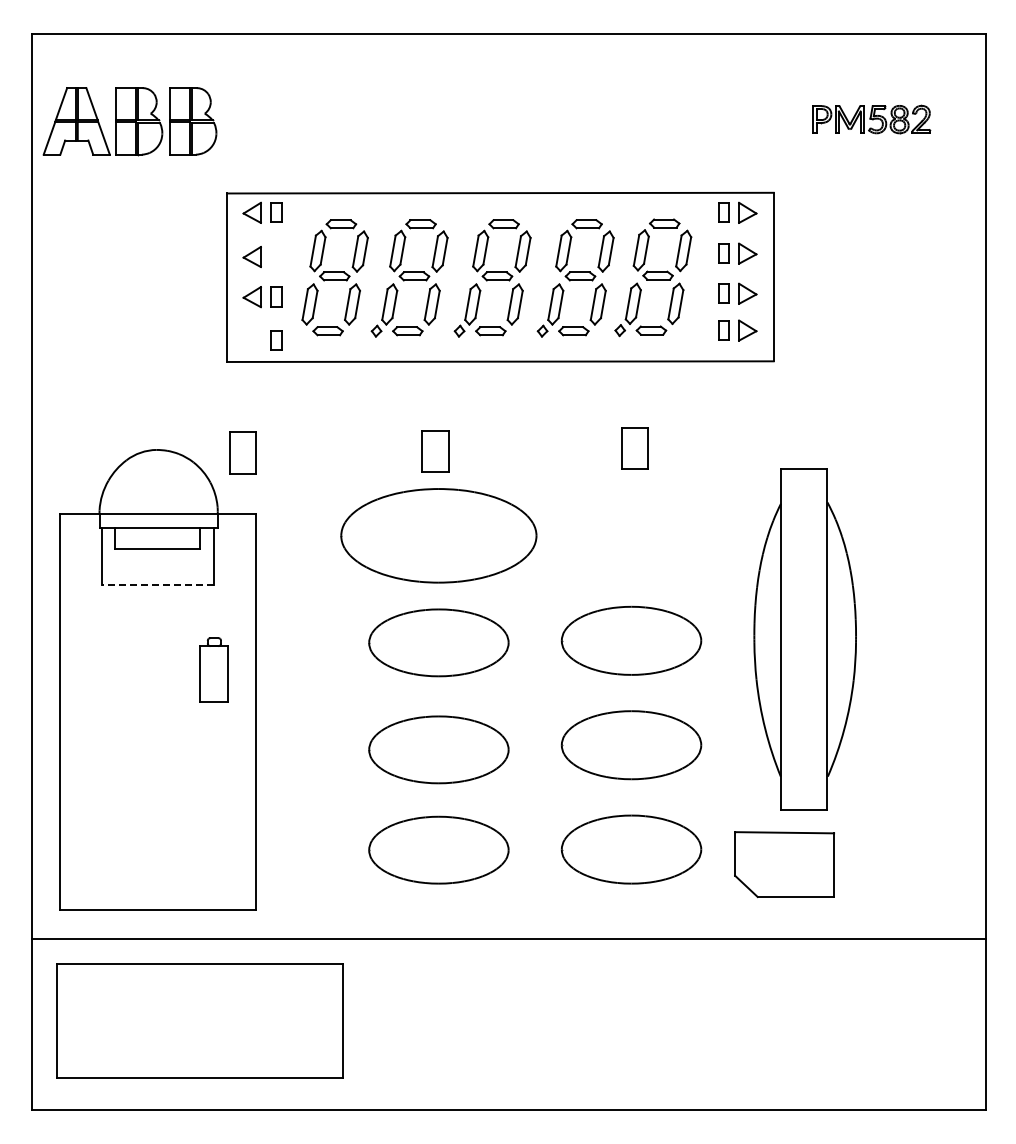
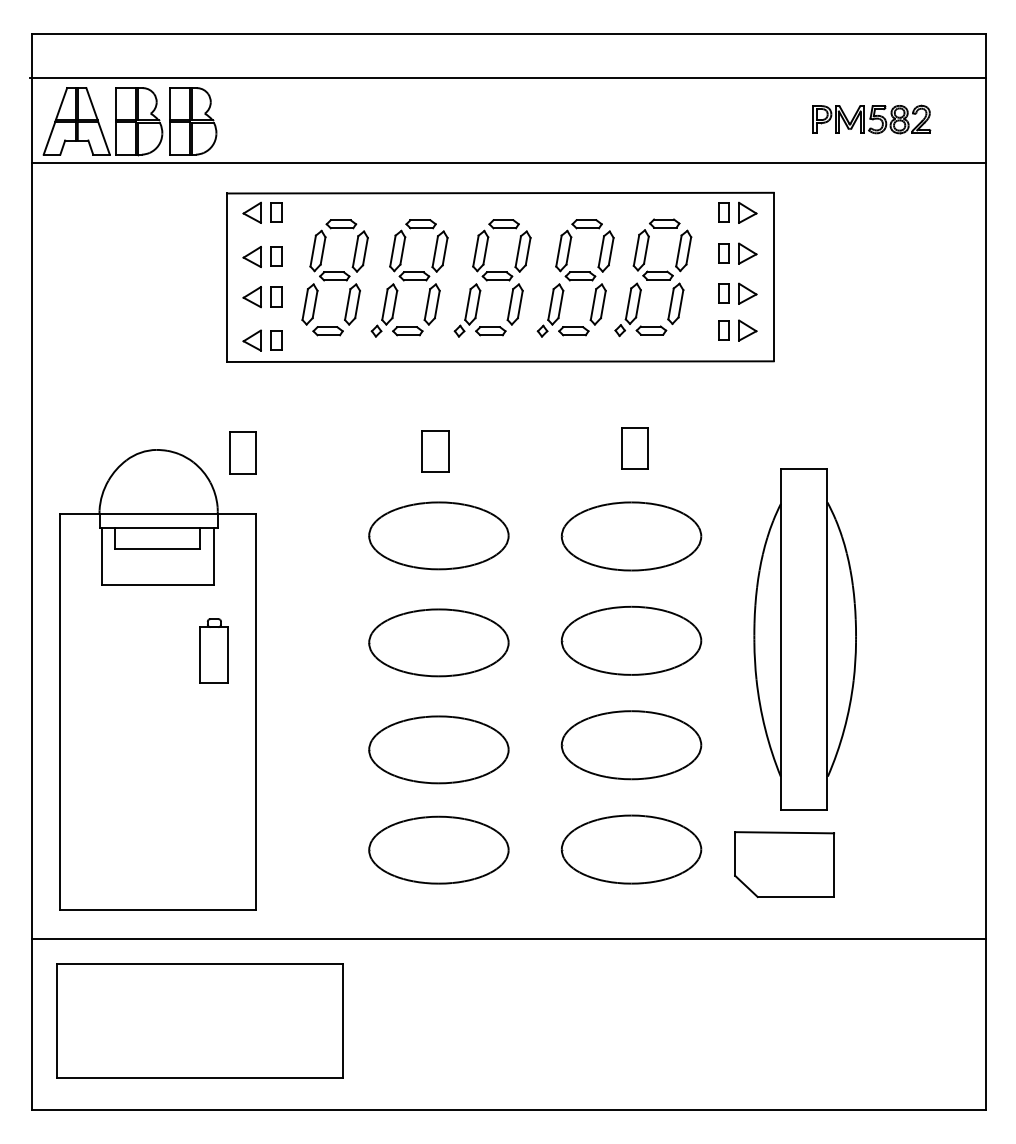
line at (507, 77): none -> present
line at (508, 162): none -> present
part at (276, 256): none -> present
part at (251, 340): none -> present
part at (438, 535) size: 198x96 px -> 142x70 px
part at (631, 536): none -> present
line at (157, 585): dashed -> solid
part at (213, 669) position: (213, 669) -> (213, 650)
